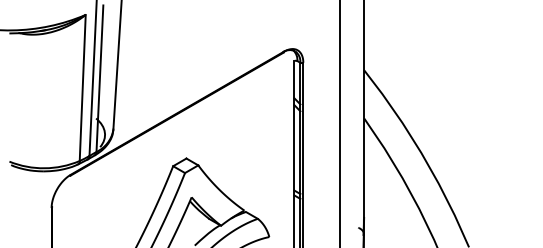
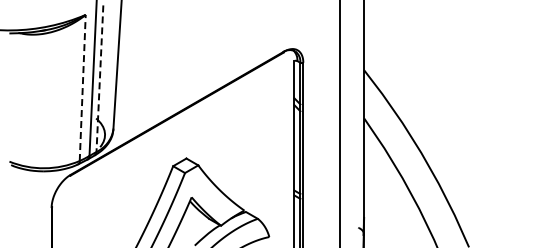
line at (99, 79): solid -> dashed
line at (82, 87): solid -> dashed
